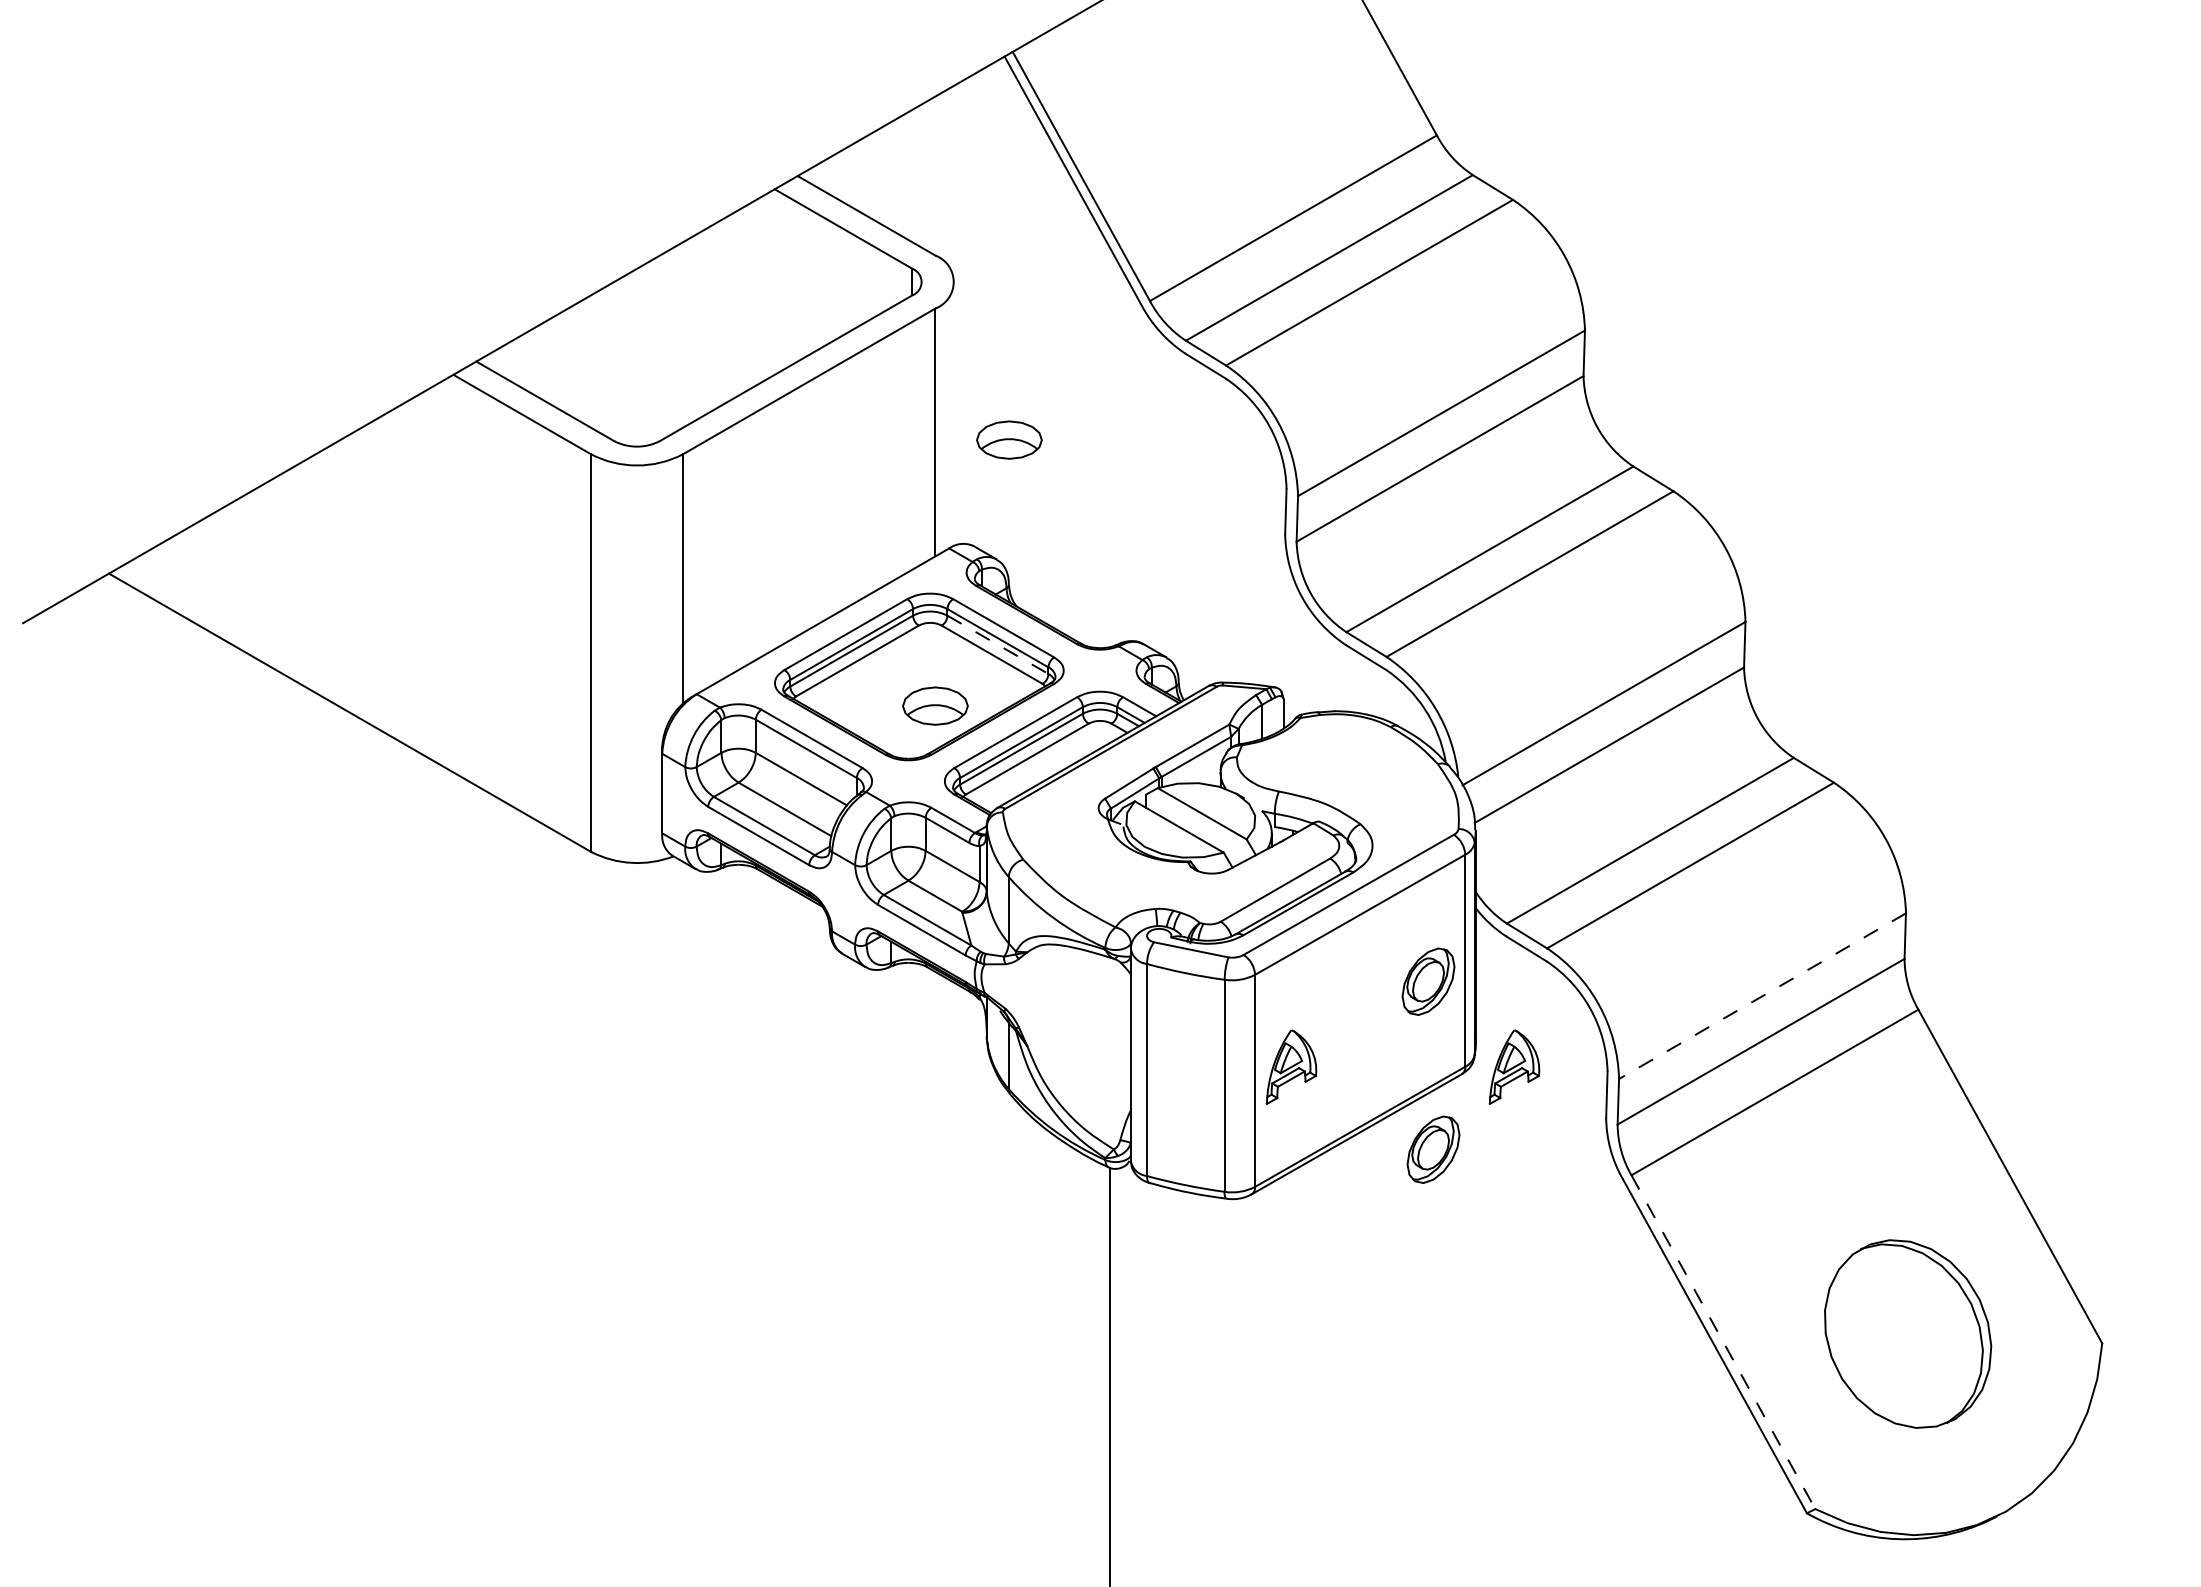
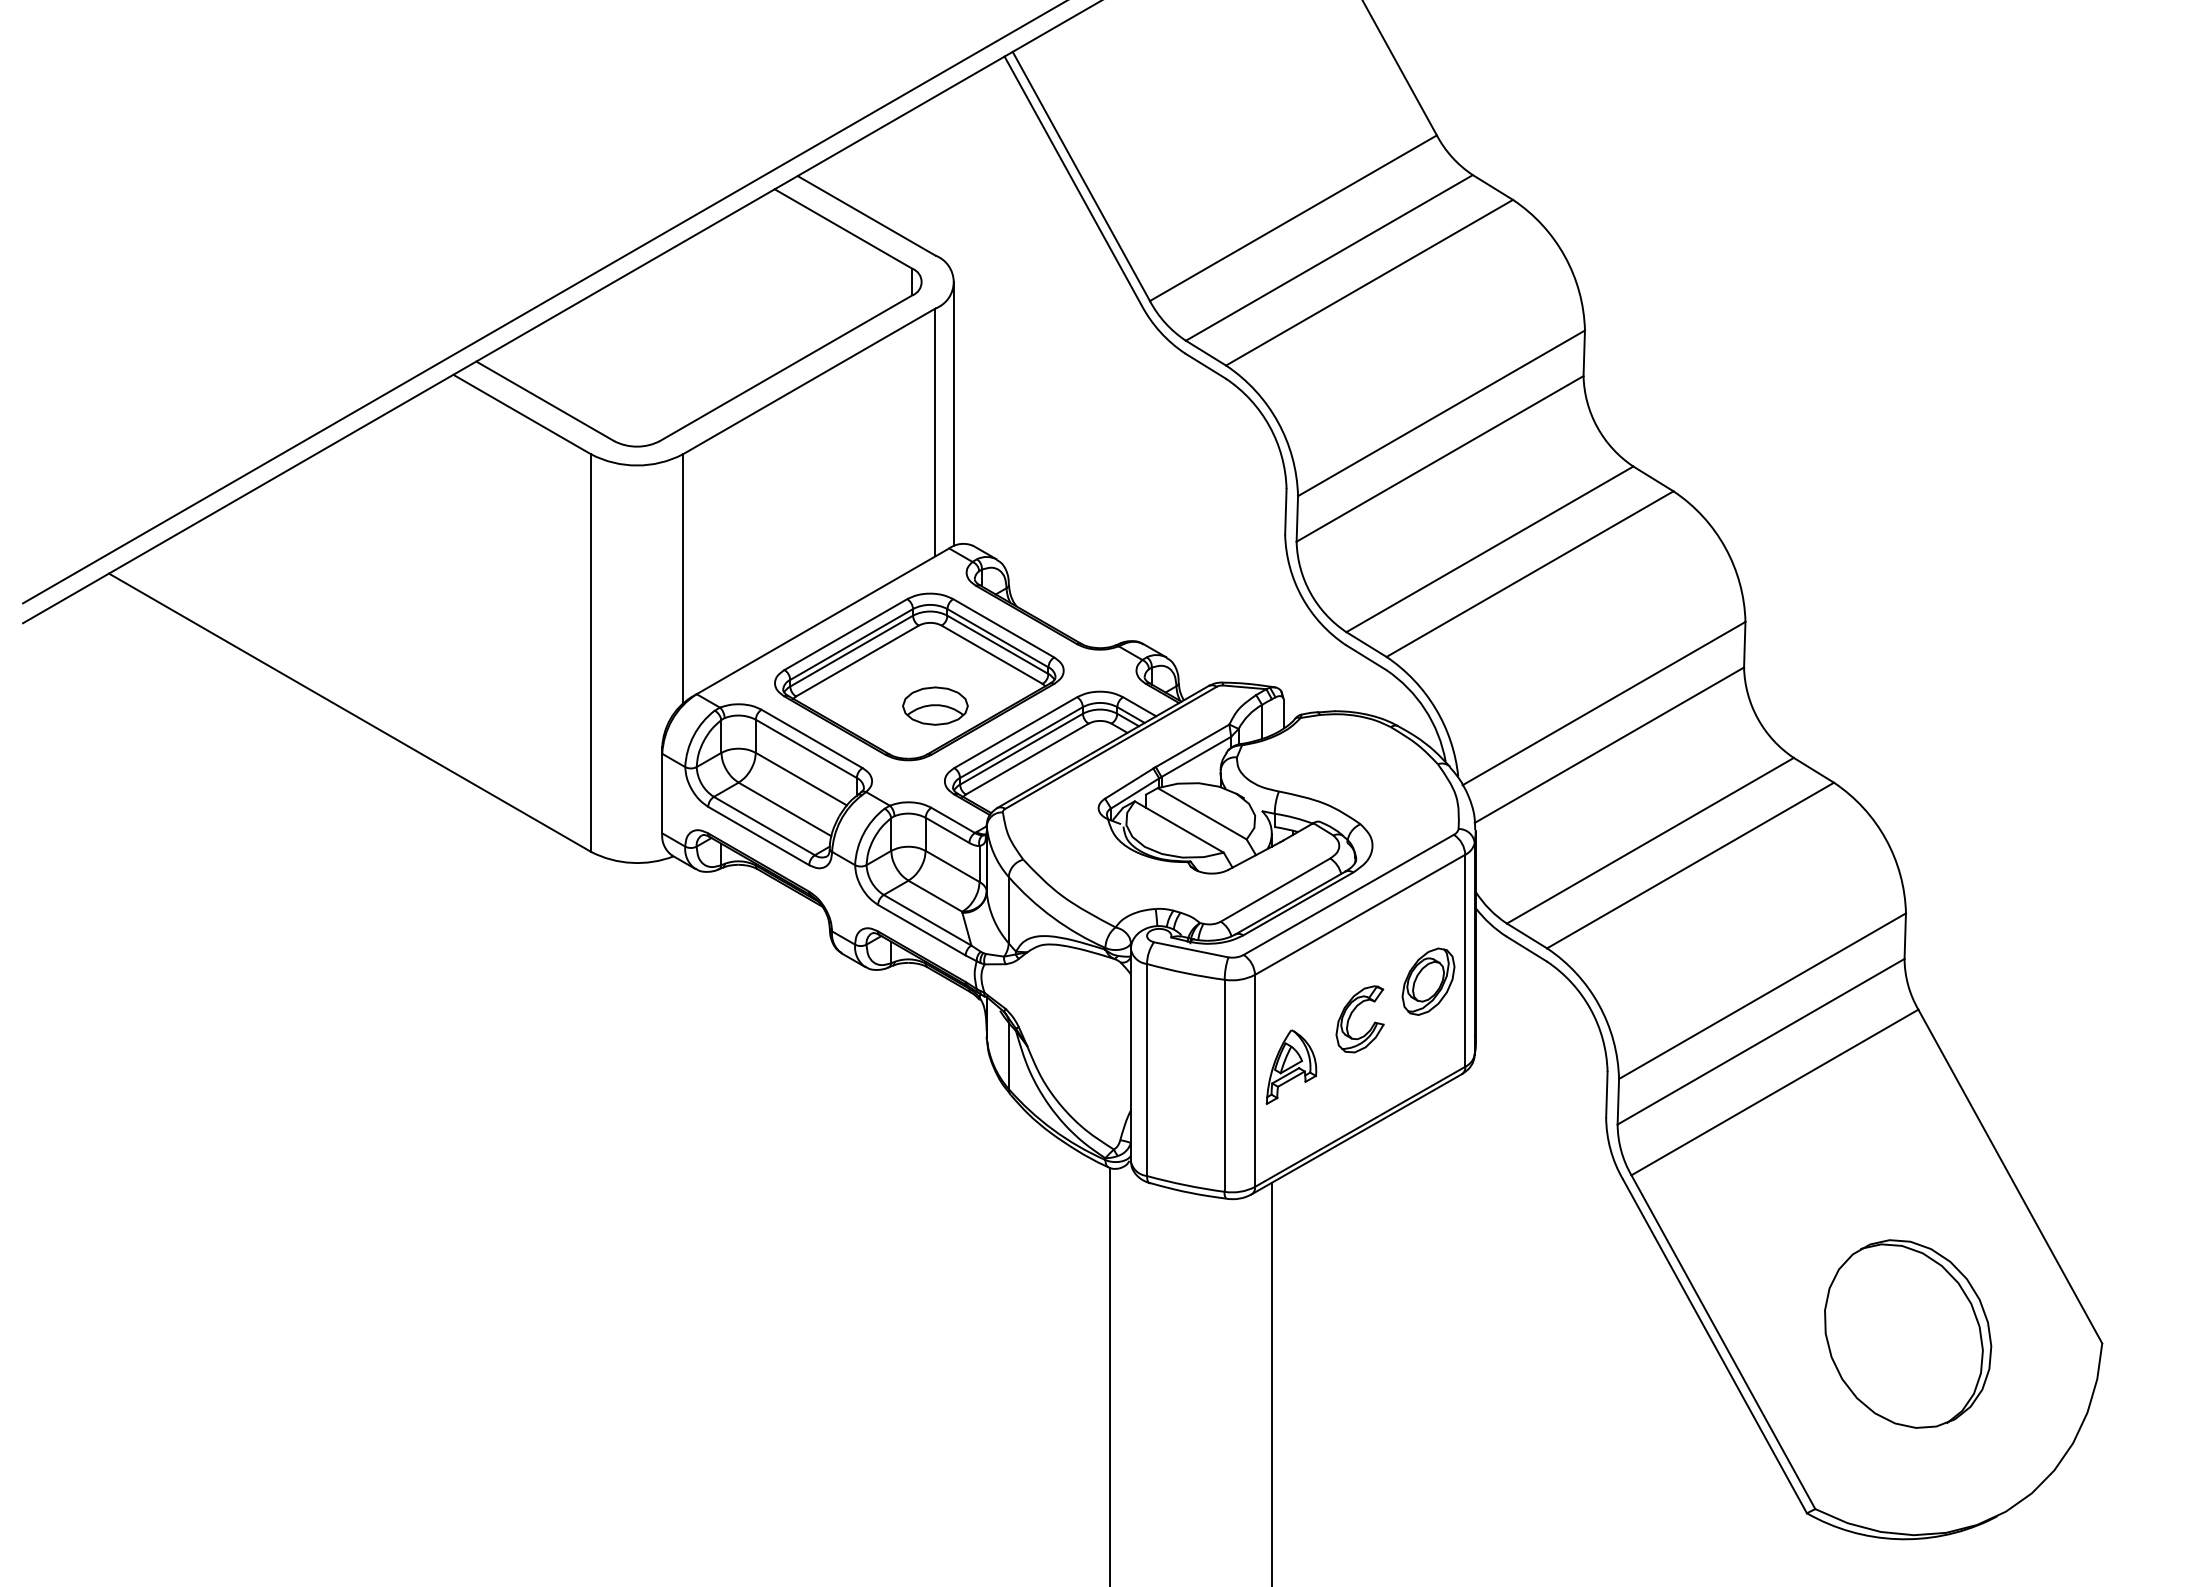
line at (543, 302): none -> present
line at (954, 413): none -> present
part at (1009, 439): present -> none
line at (998, 645): dashed -> solid
line at (1762, 996): dashed -> solid
part at (1351, 1015): none -> present
part at (1514, 1067): present -> none
part at (1433, 1149): present -> none
line at (1723, 1342): dashed -> solid
line at (1271, 1382): none -> present
